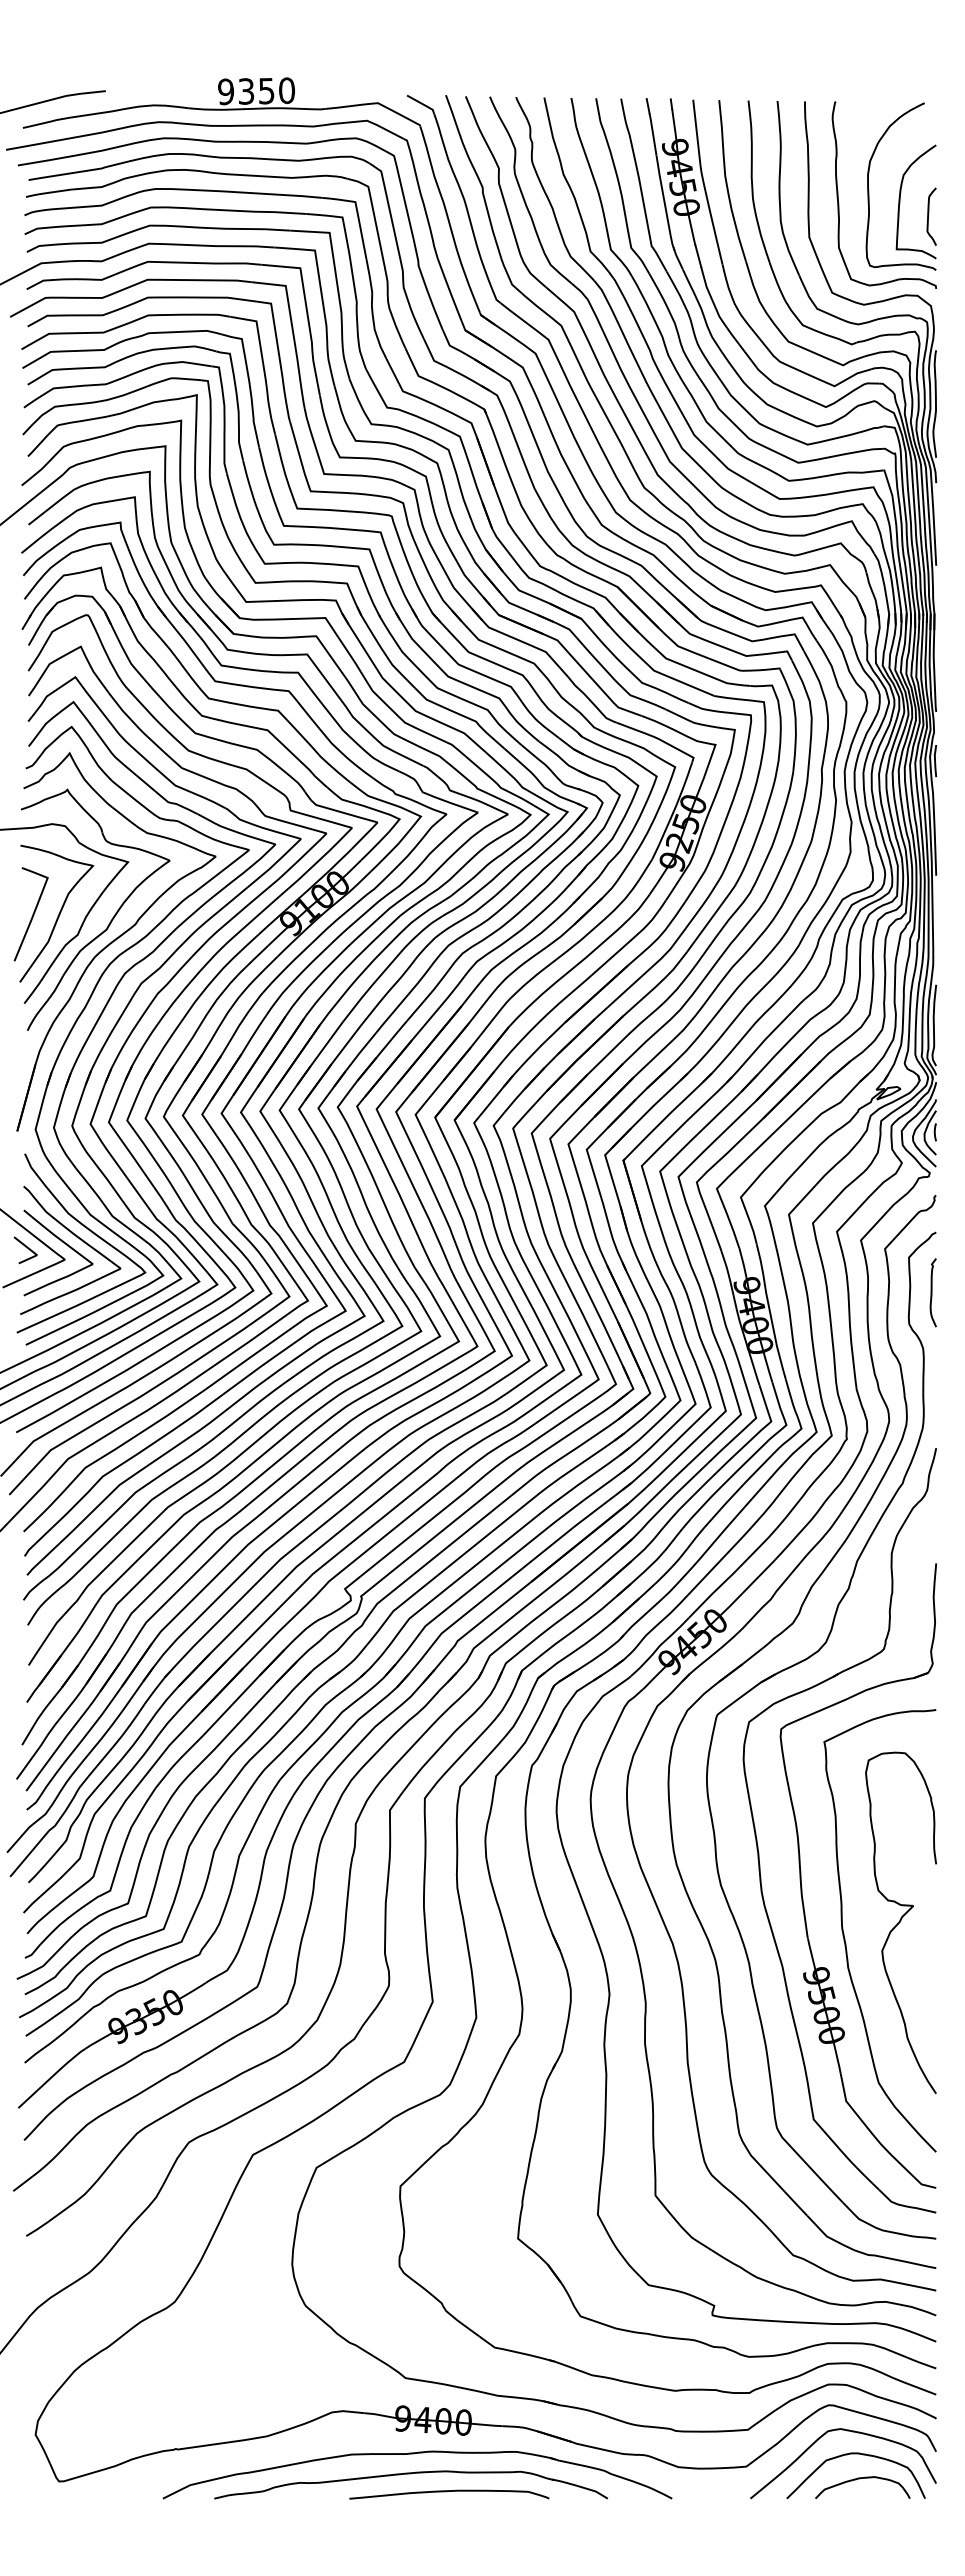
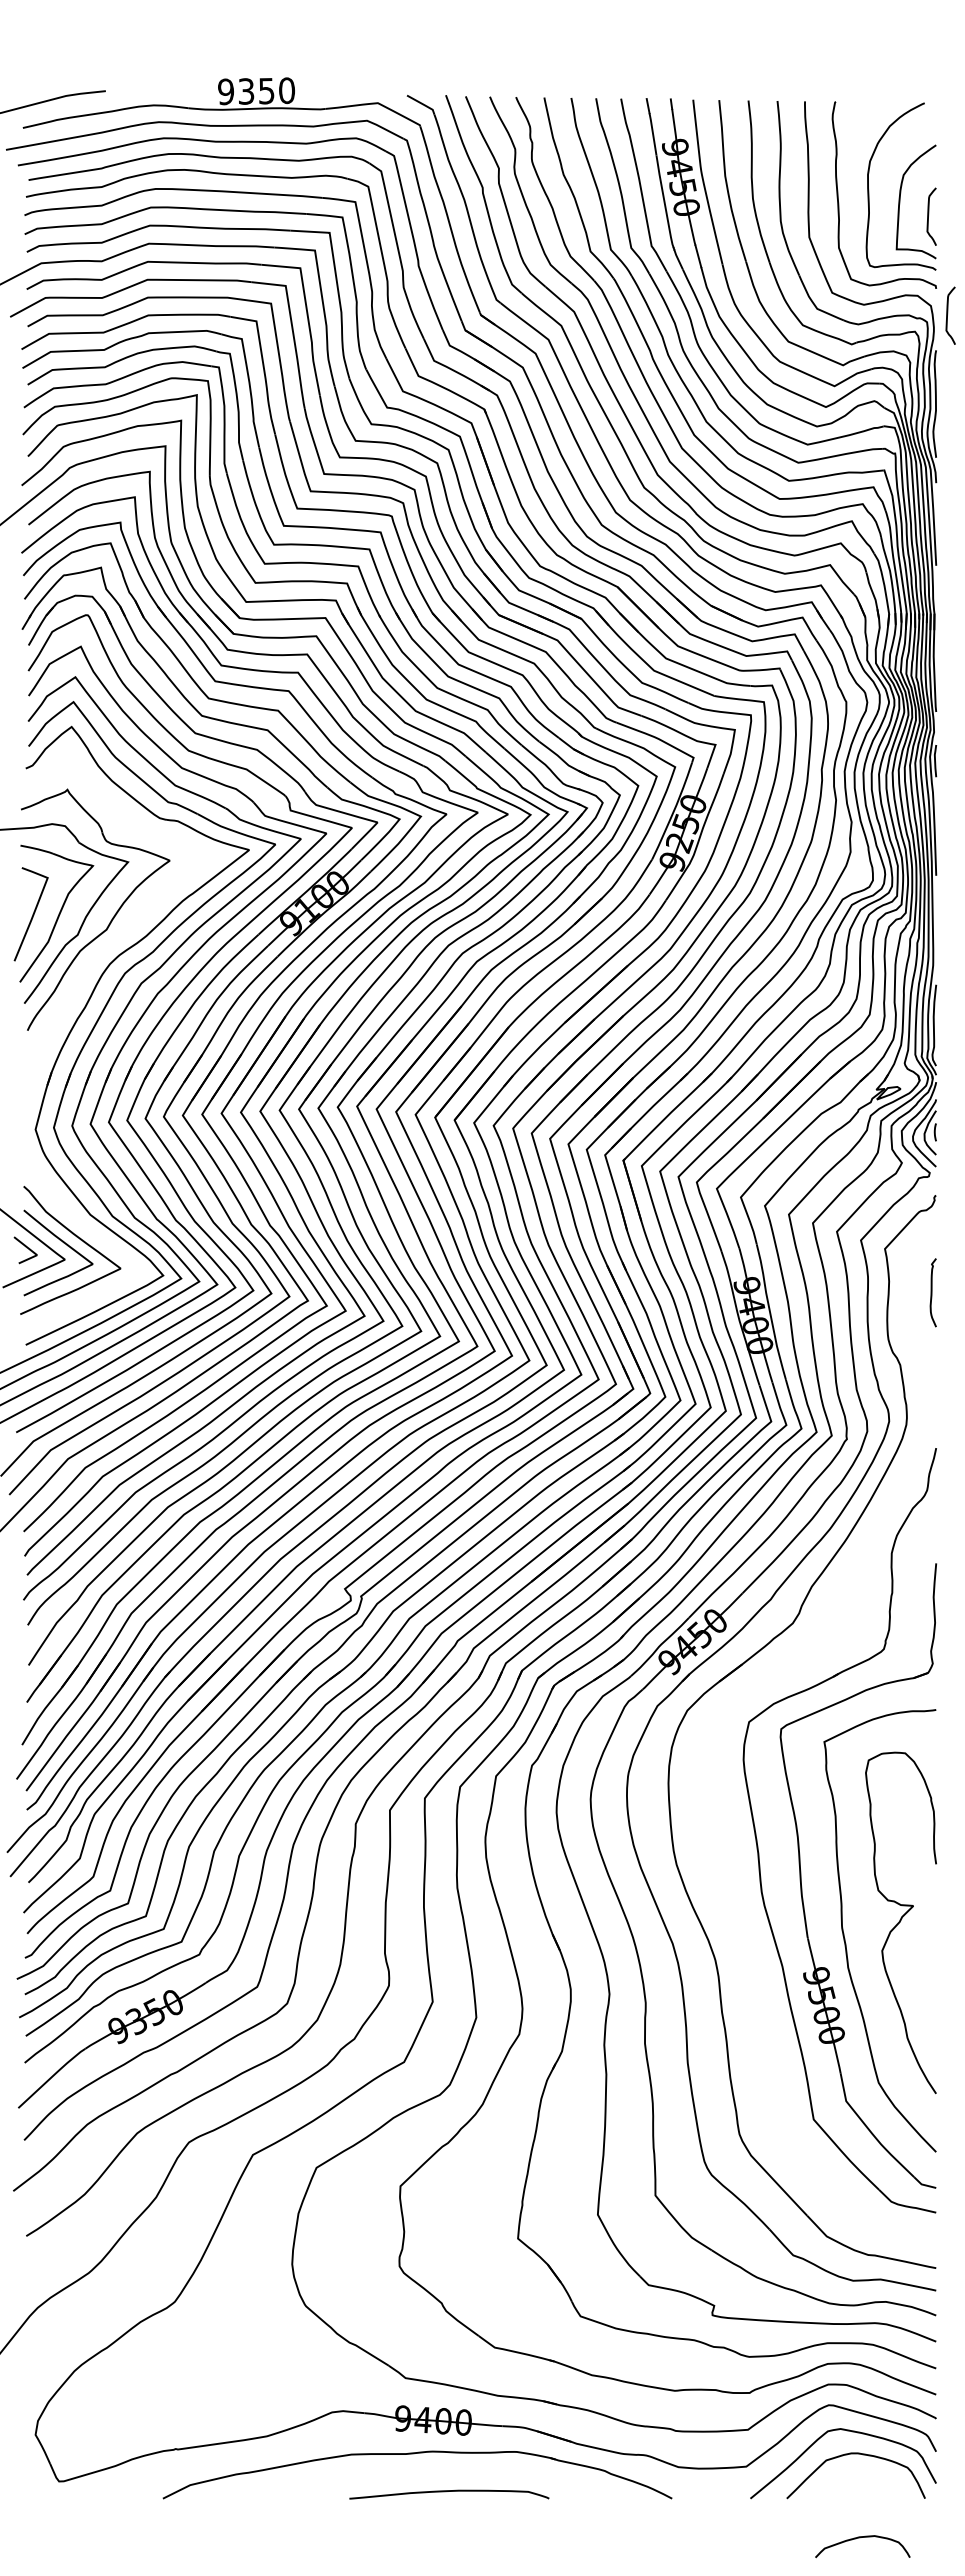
curve at (948, 313): none -> present
part at (116, 941): present -> none
curve at (88, 1230): present -> none
part at (792, 1667): present -> none
part at (410, 2474): present -> none
curve at (860, 2479) position: (860, 2479) -> (860, 2538)
